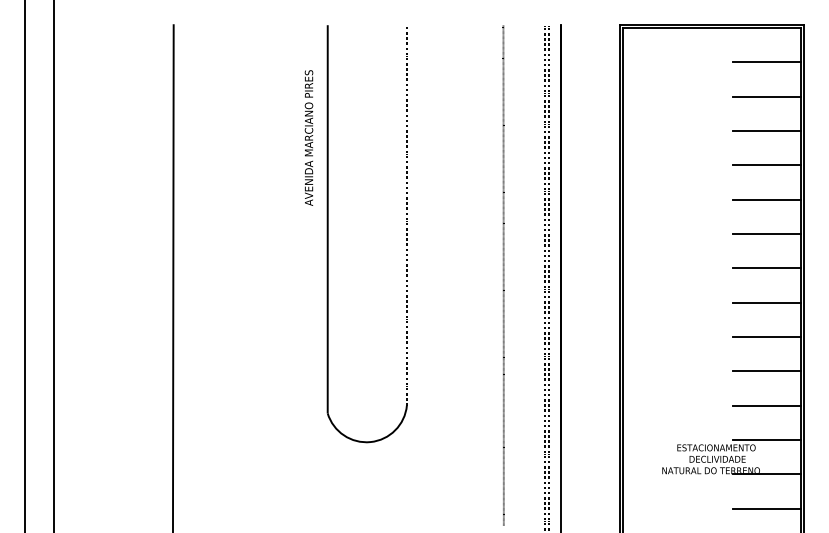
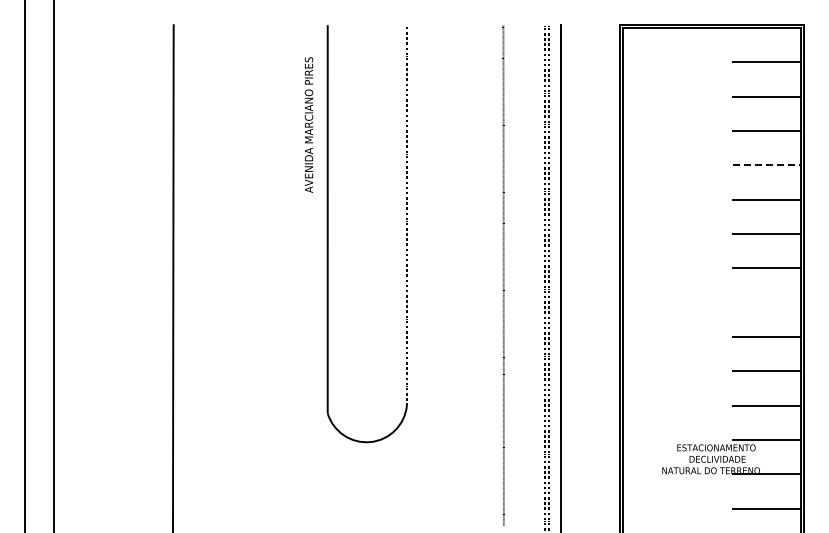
text at (308, 137) position: (308, 137) -> (308, 124)
line at (767, 165): solid -> dashed
line at (766, 302): present -> none
